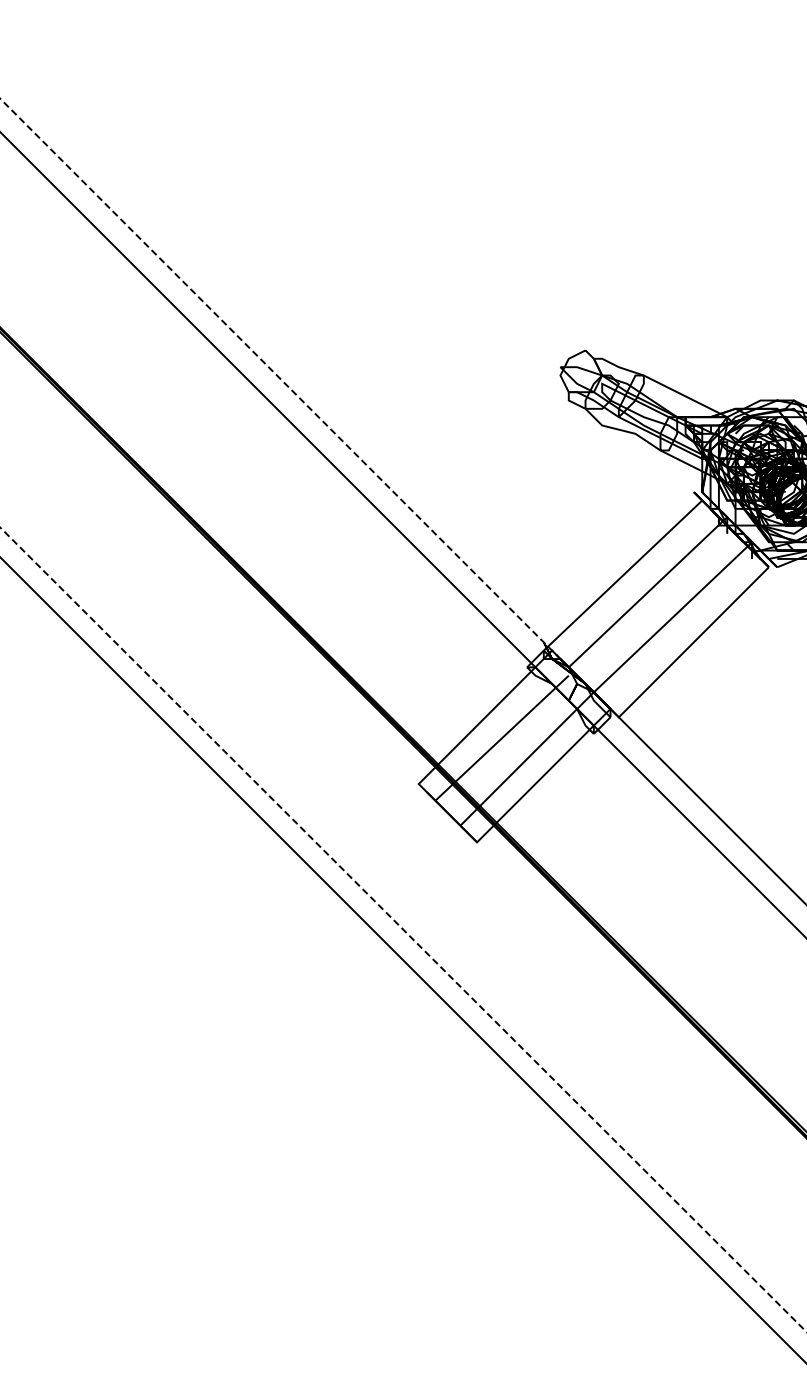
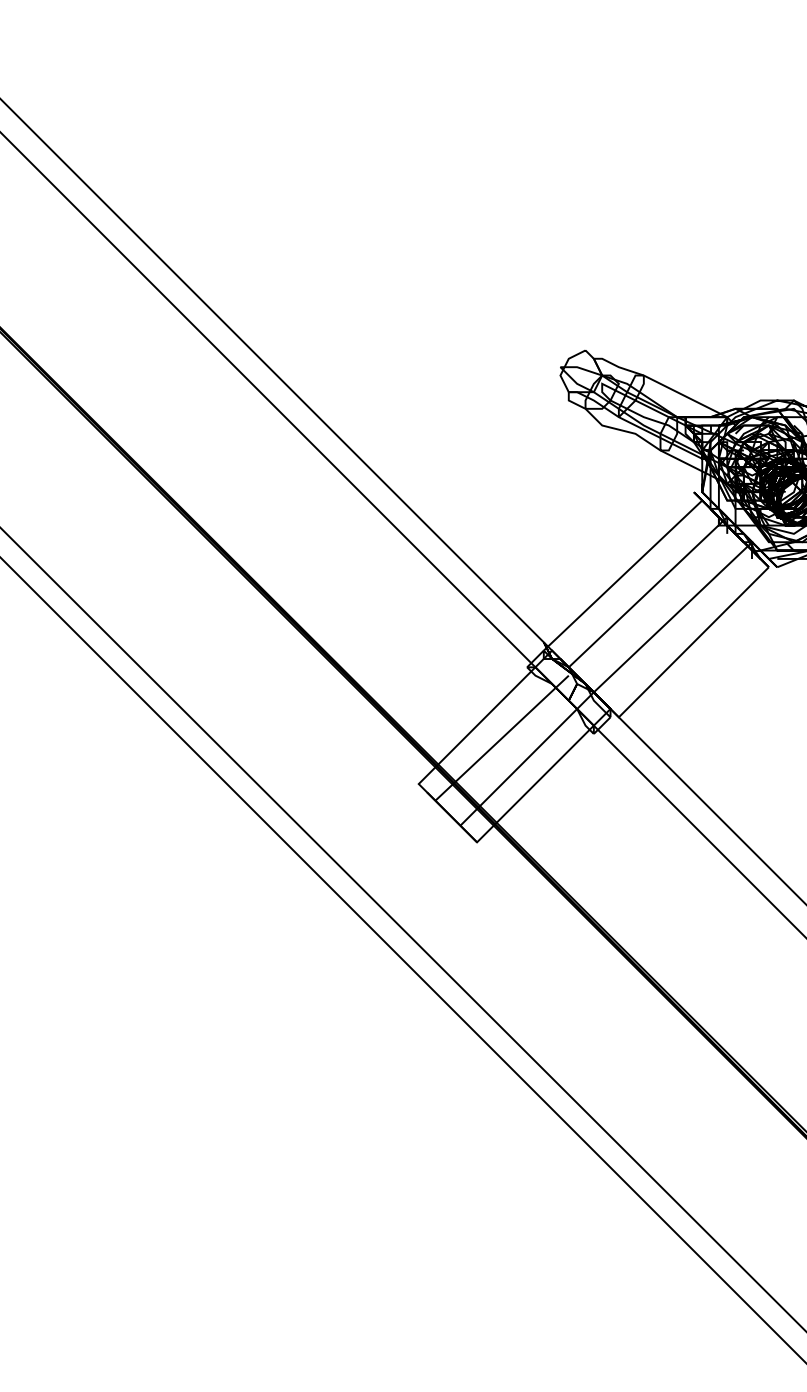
line at (284, 383): dashed -> solid
line at (403, 929): dashed -> solid
